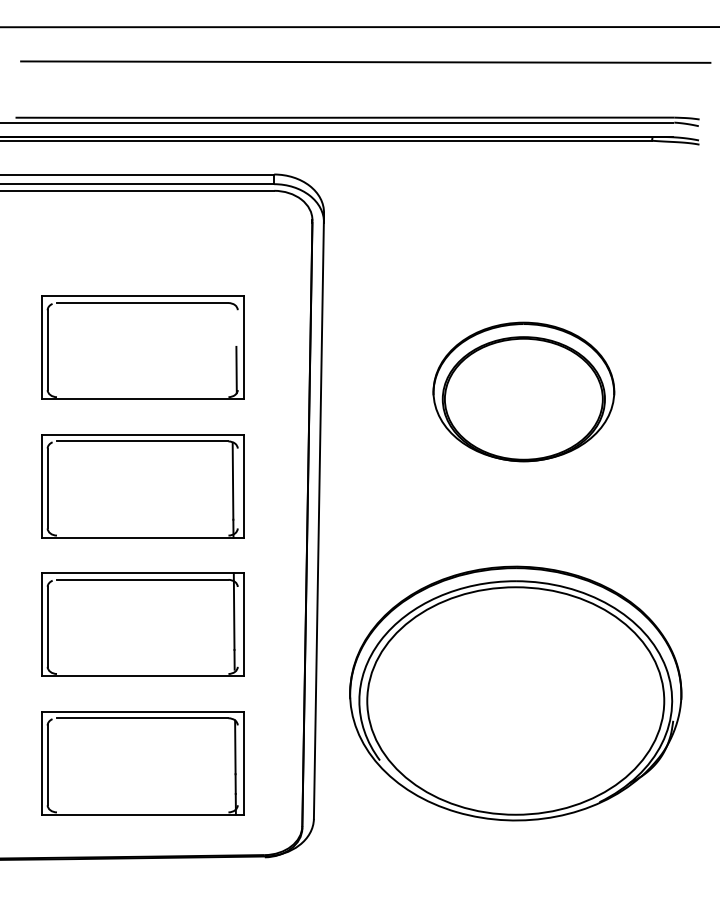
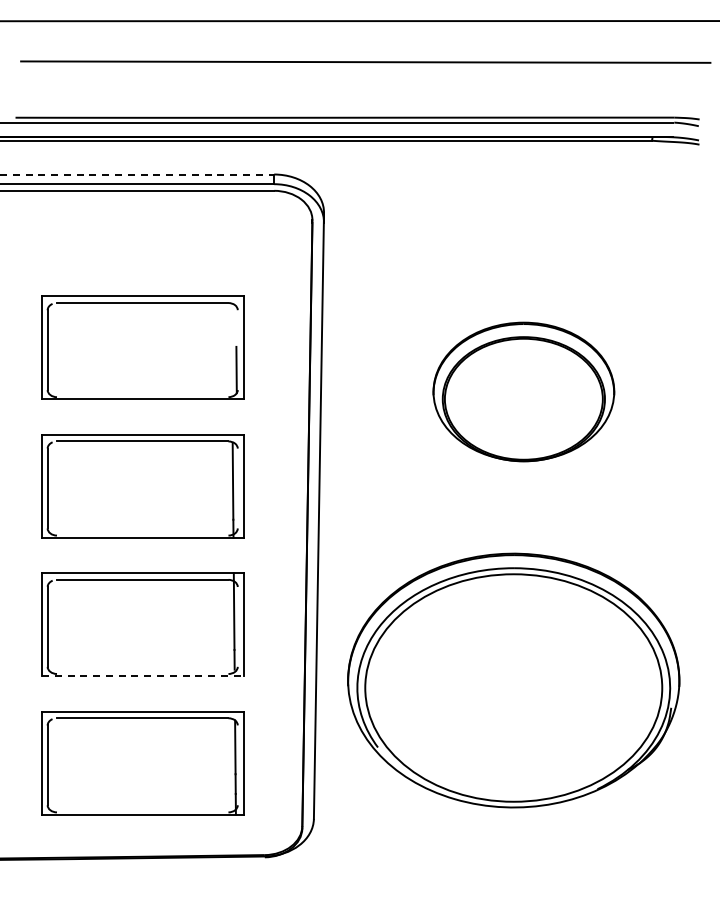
line at (359, 27) position: (359, 27) -> (359, 21)
line at (137, 174): solid -> dashed
line at (142, 676): solid -> dashed
part at (515, 693) position: (515, 693) -> (513, 680)
